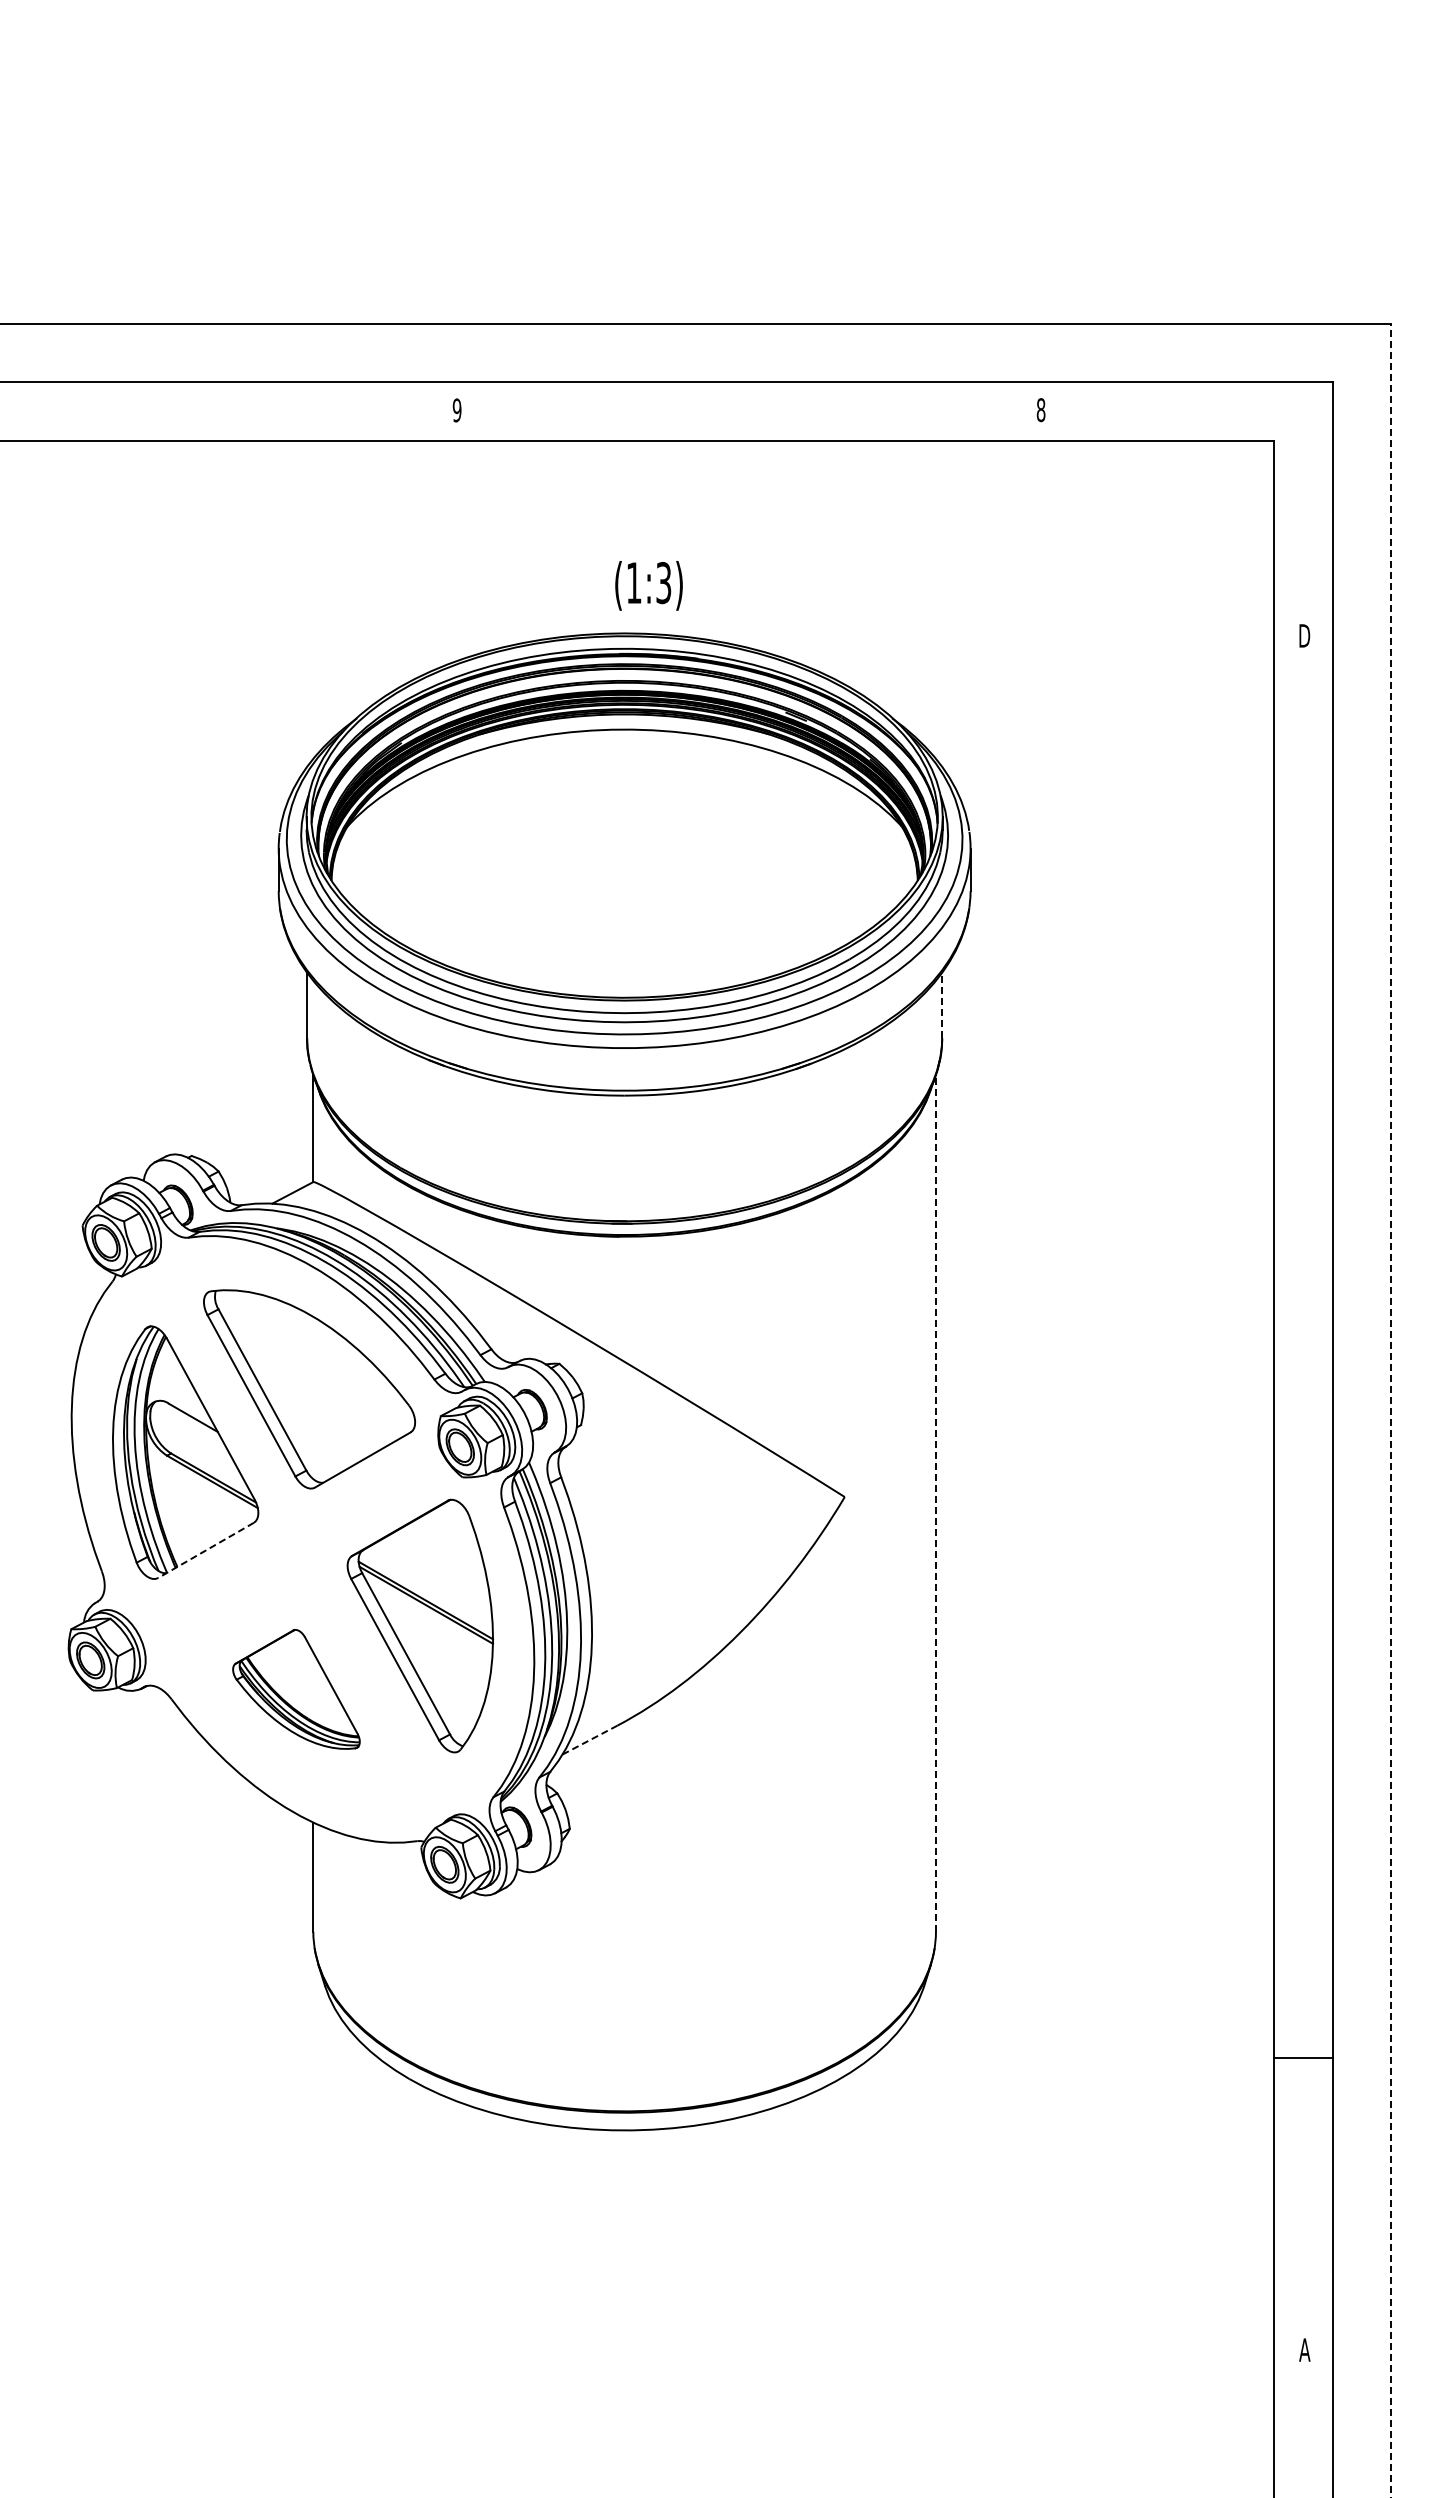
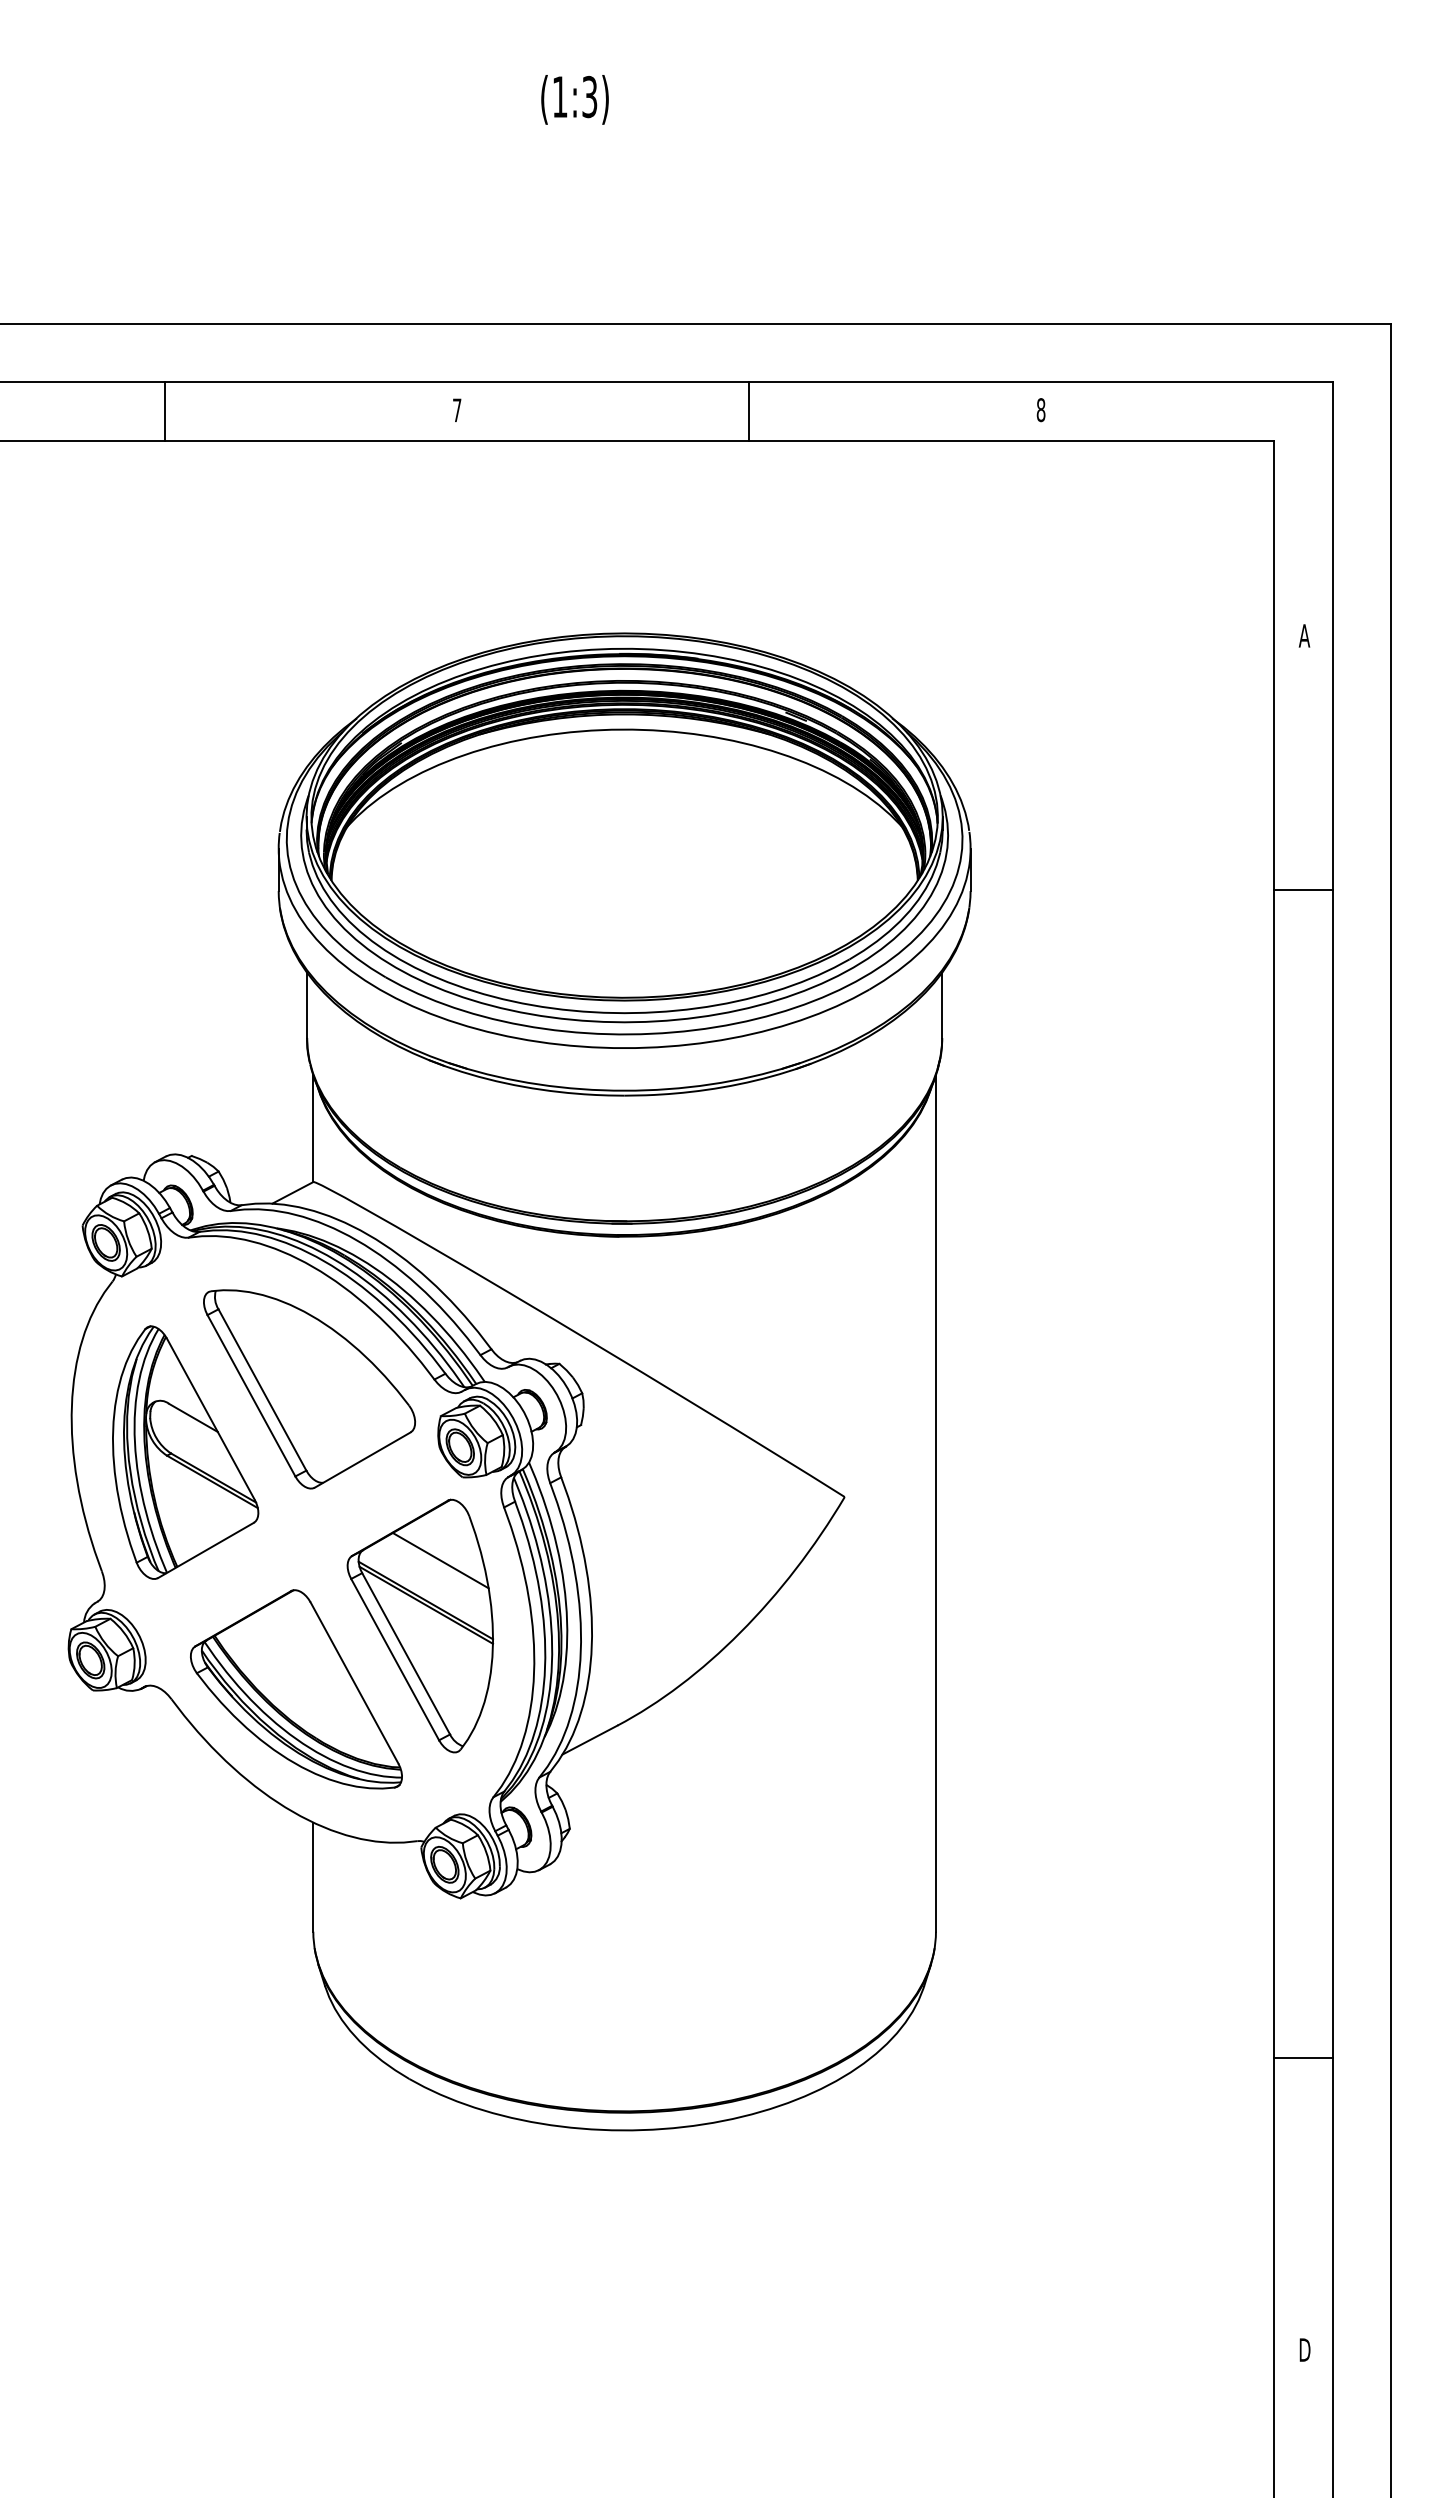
text at (456, 410): 9 -> 7
line at (165, 411): none -> present
line at (748, 411): none -> present
text at (648, 585) position: (648, 585) -> (574, 99)
text at (1304, 635): D -> A
line at (1303, 890): none -> present
line at (942, 1005): dashed -> solid
line at (1390, 1410): dashed -> solid
line at (935, 1503): dashed -> solid
line at (205, 1550): dashed -> solid
line at (440, 1560): none -> present
part at (296, 1689) size: 129x121 px -> 213x201 px
line at (590, 1740): dashed -> solid
text at (1304, 2349): A -> D
